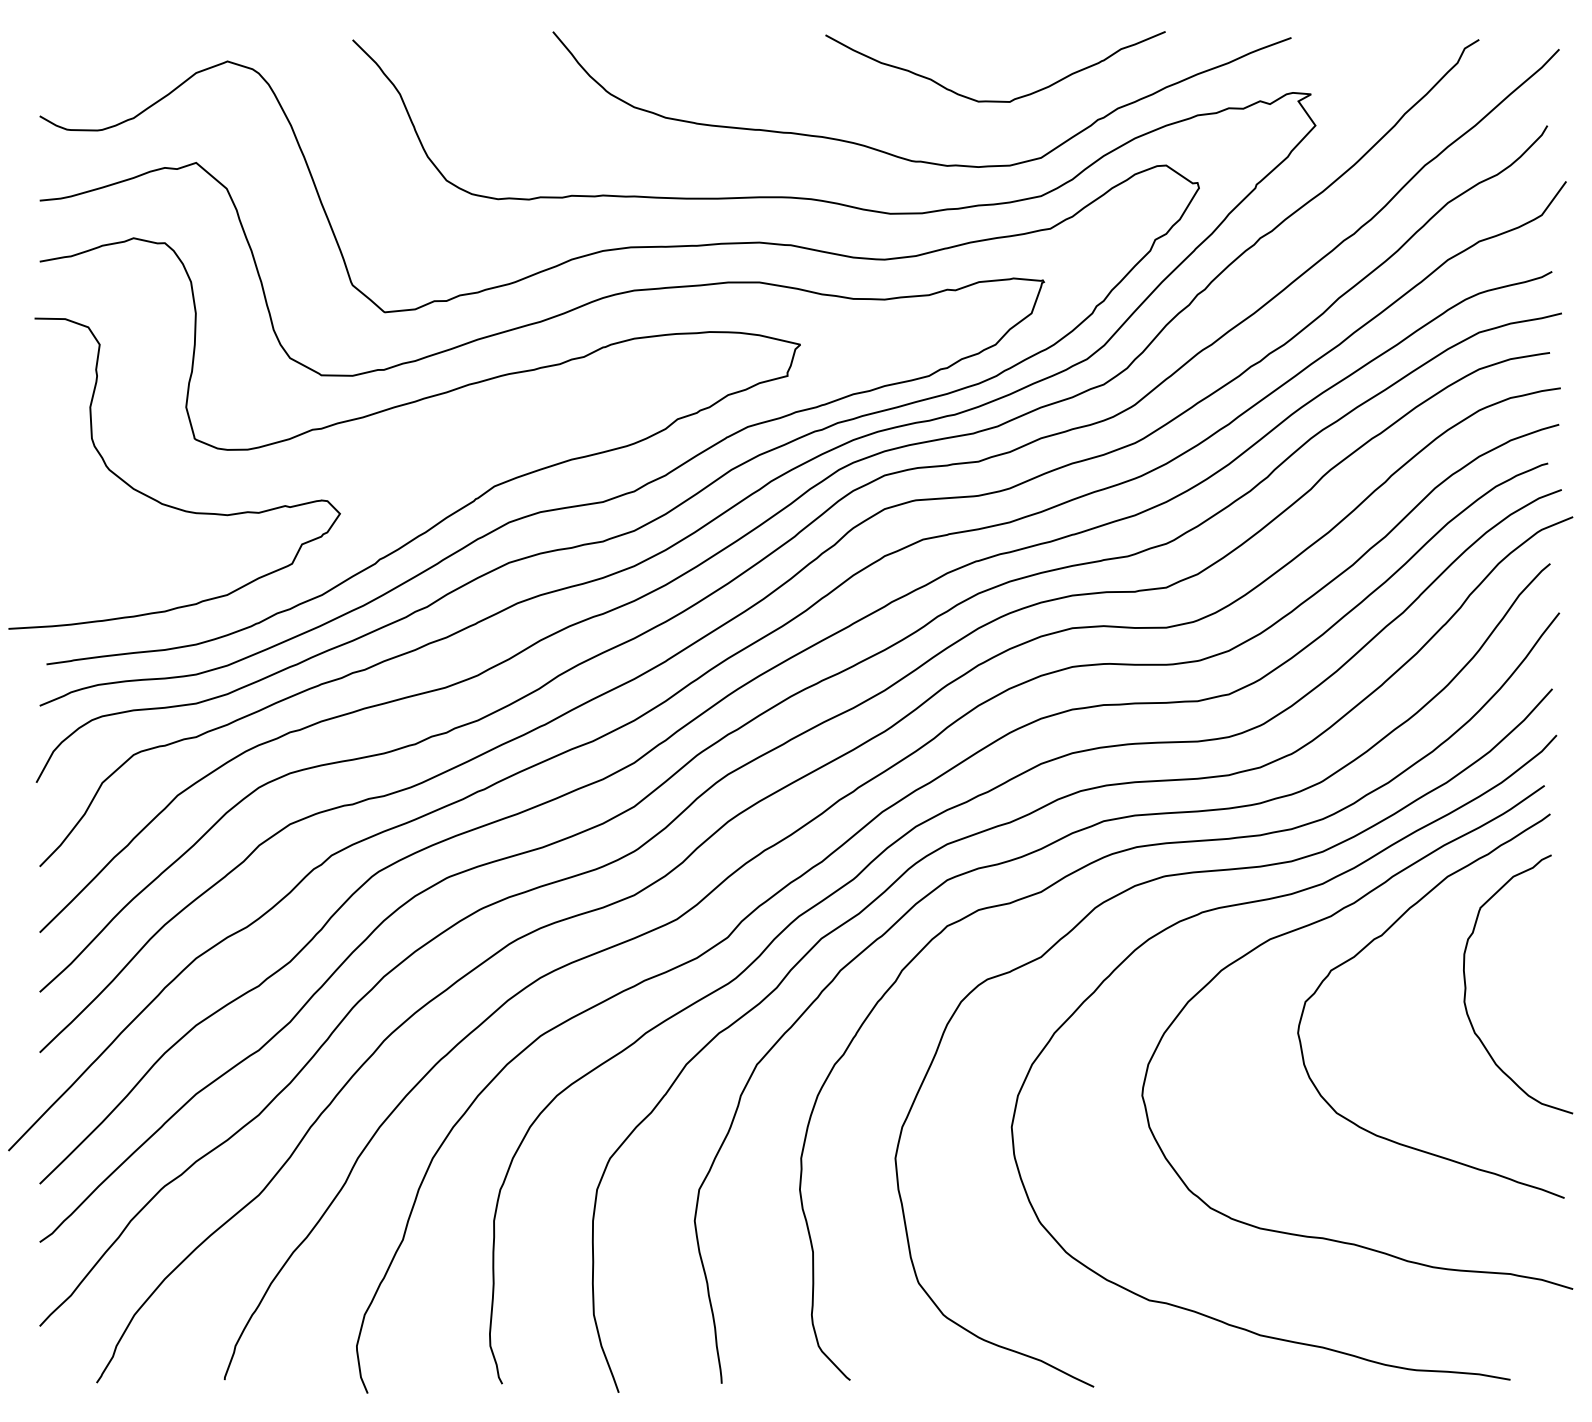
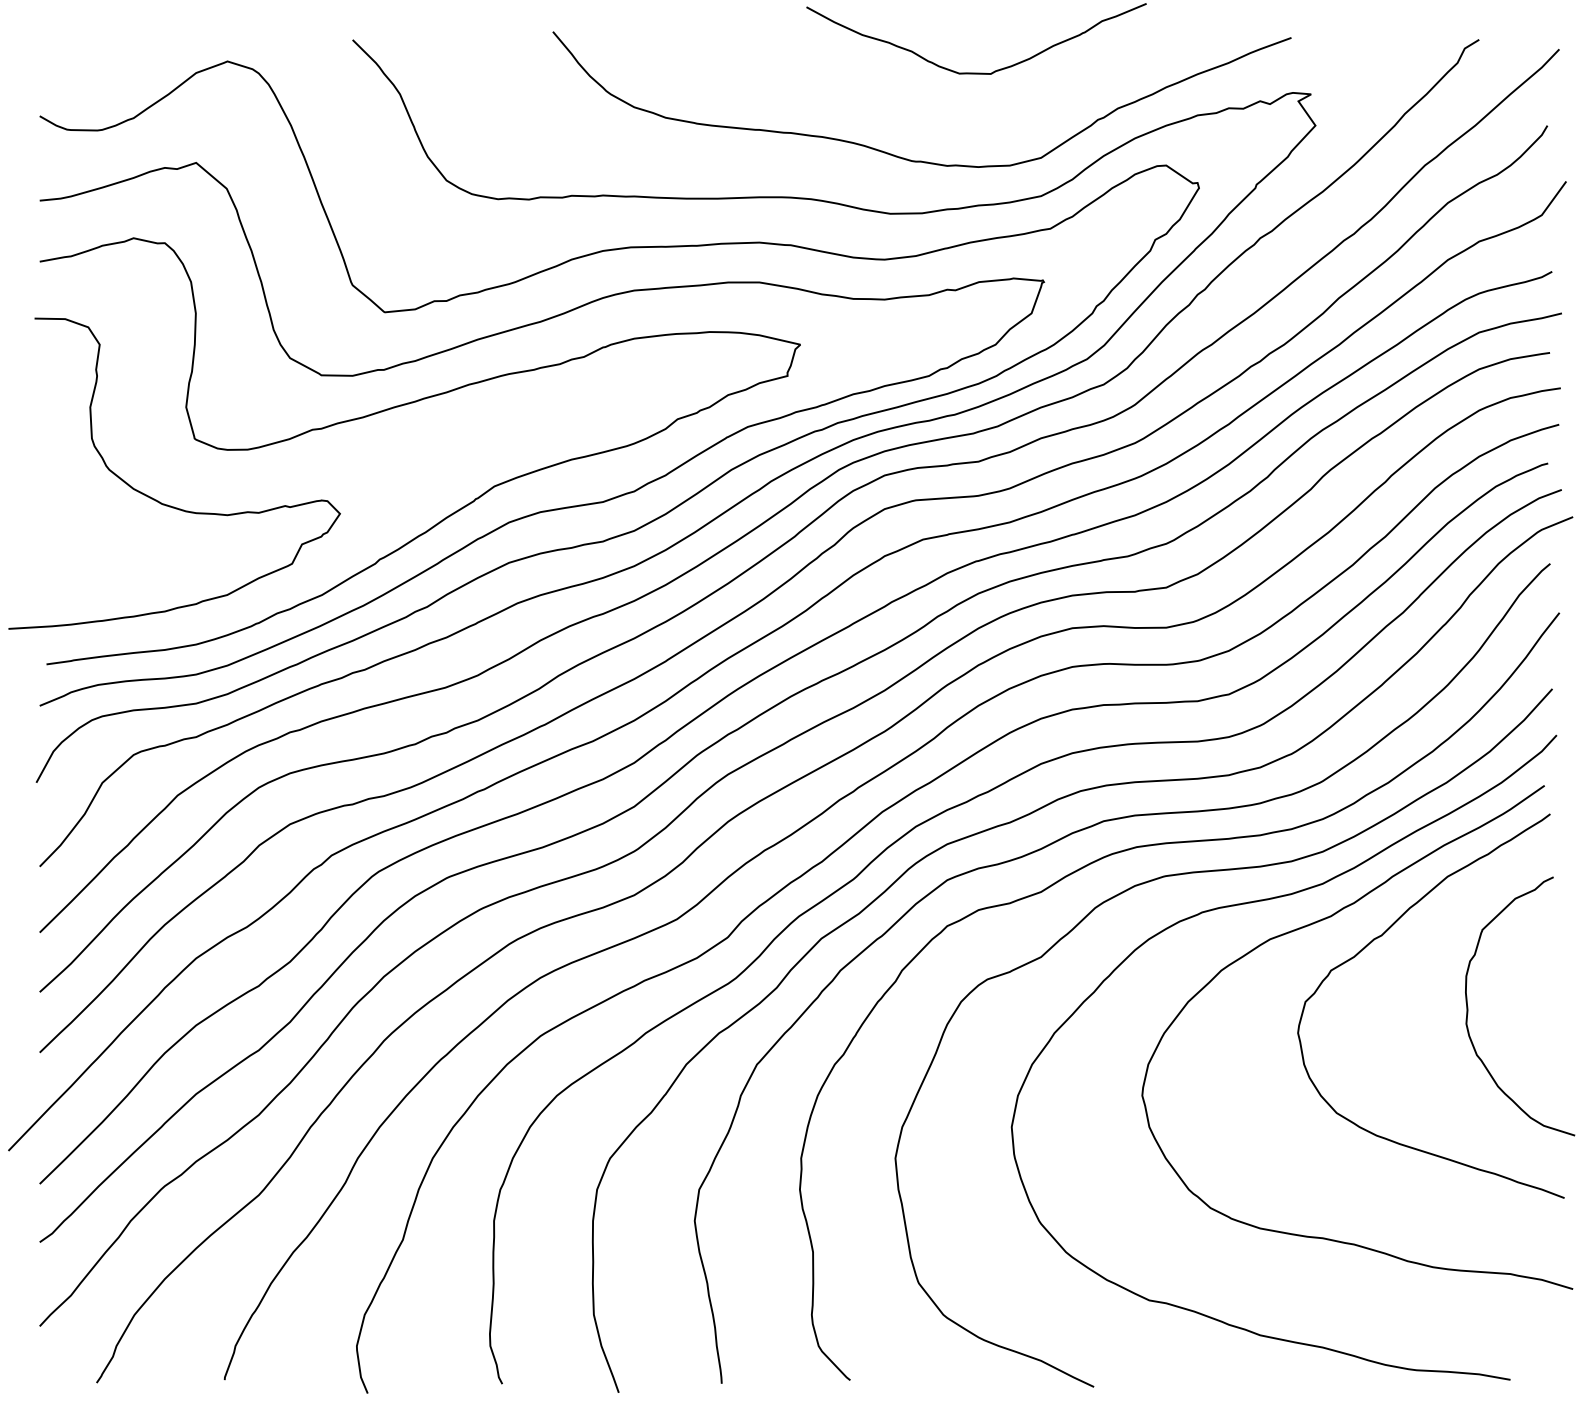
curve at (995, 100) position: (995, 100) -> (976, 72)
curve at (1466, 984) position: (1466, 984) -> (1468, 1006)
